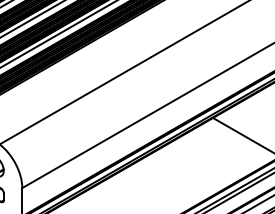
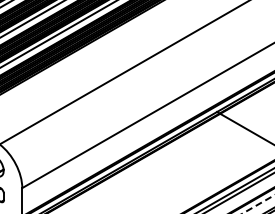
line at (242, 134) position: (242, 134) -> (244, 127)
line at (257, 204): solid -> dashed
